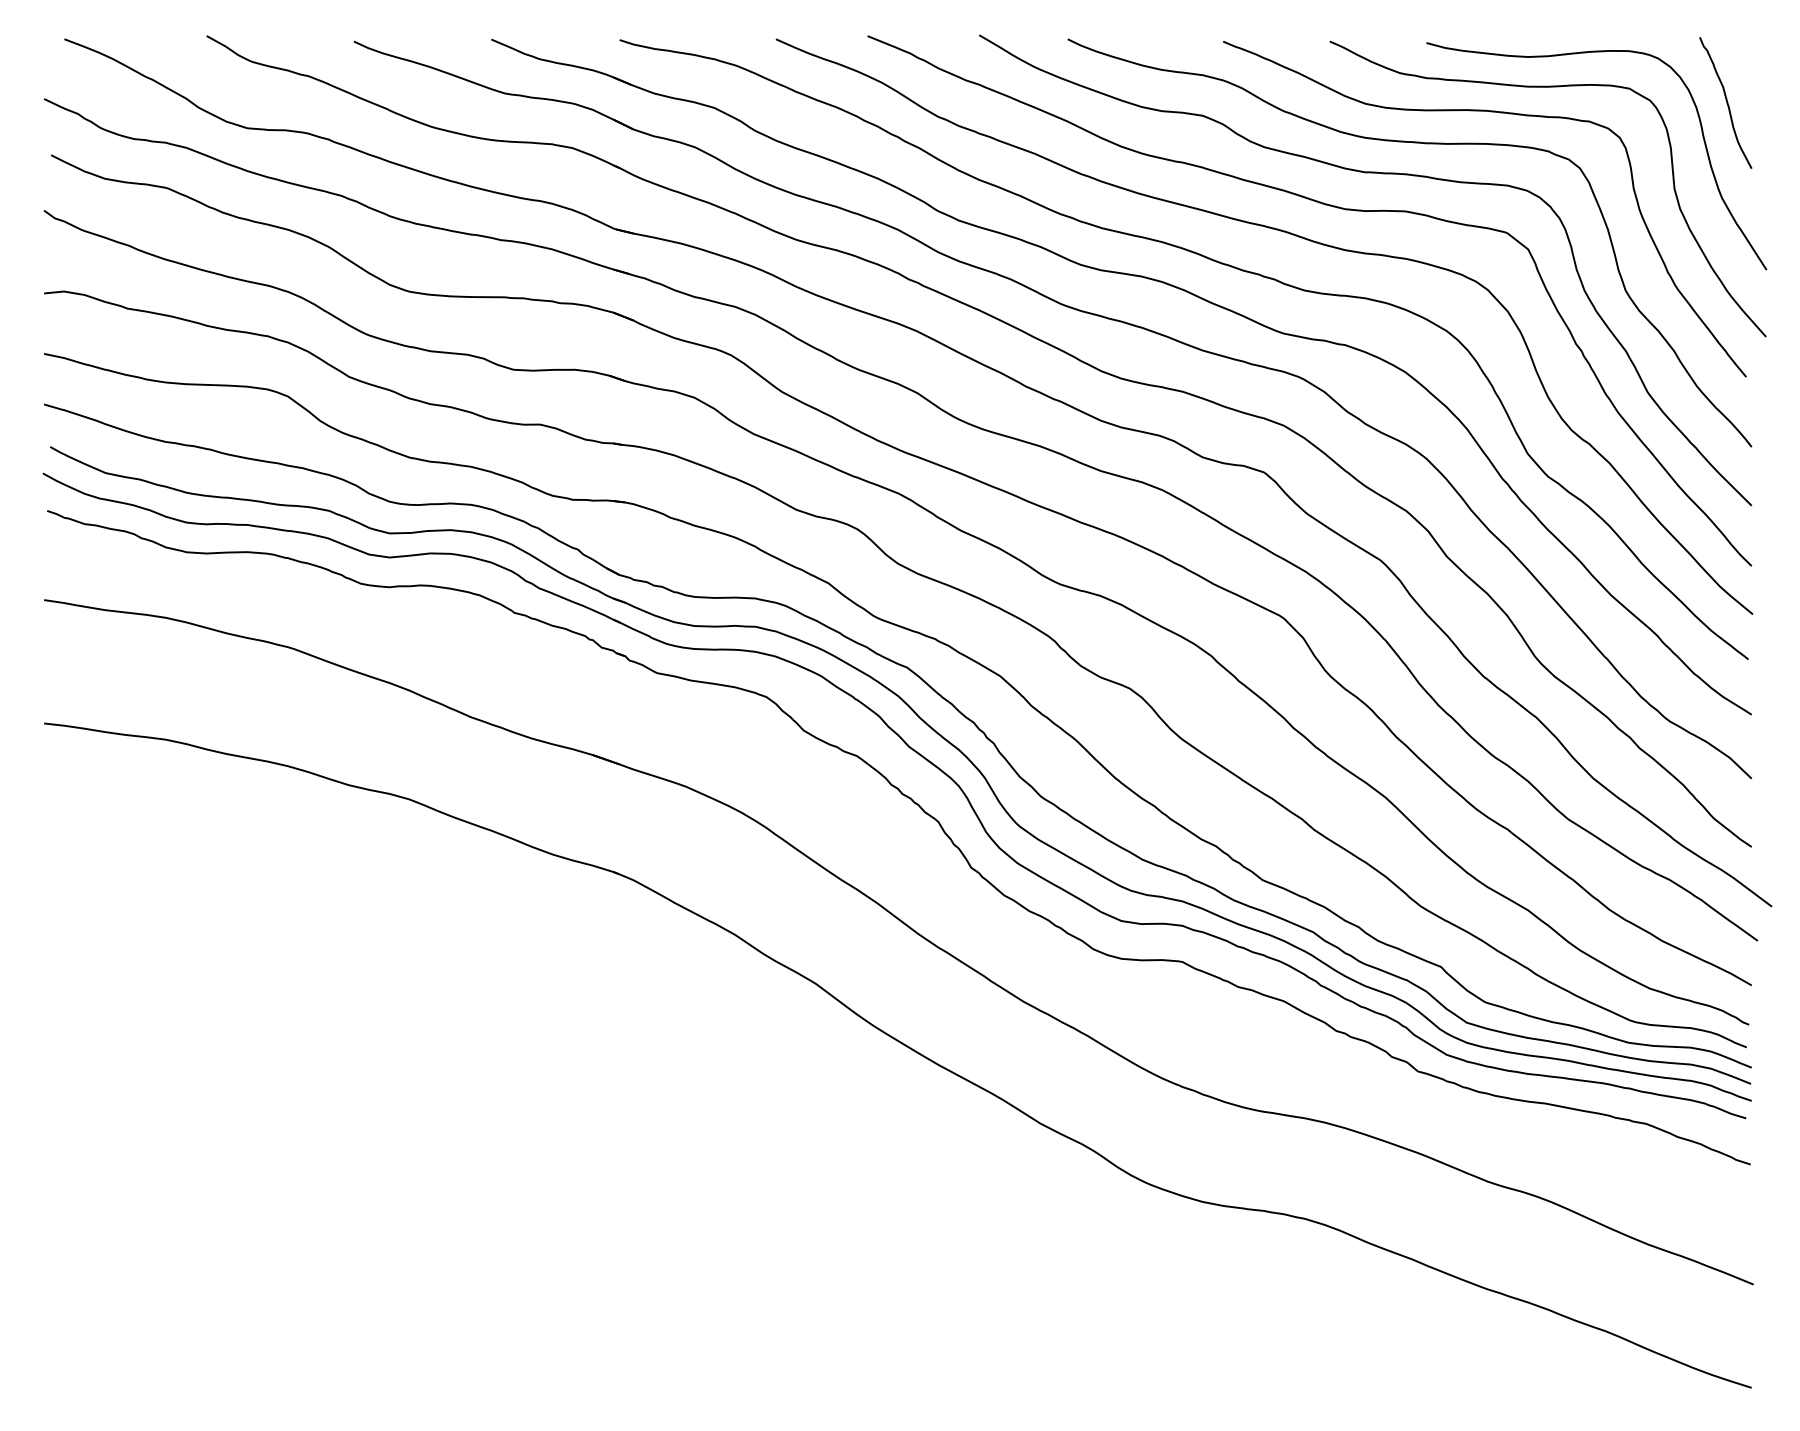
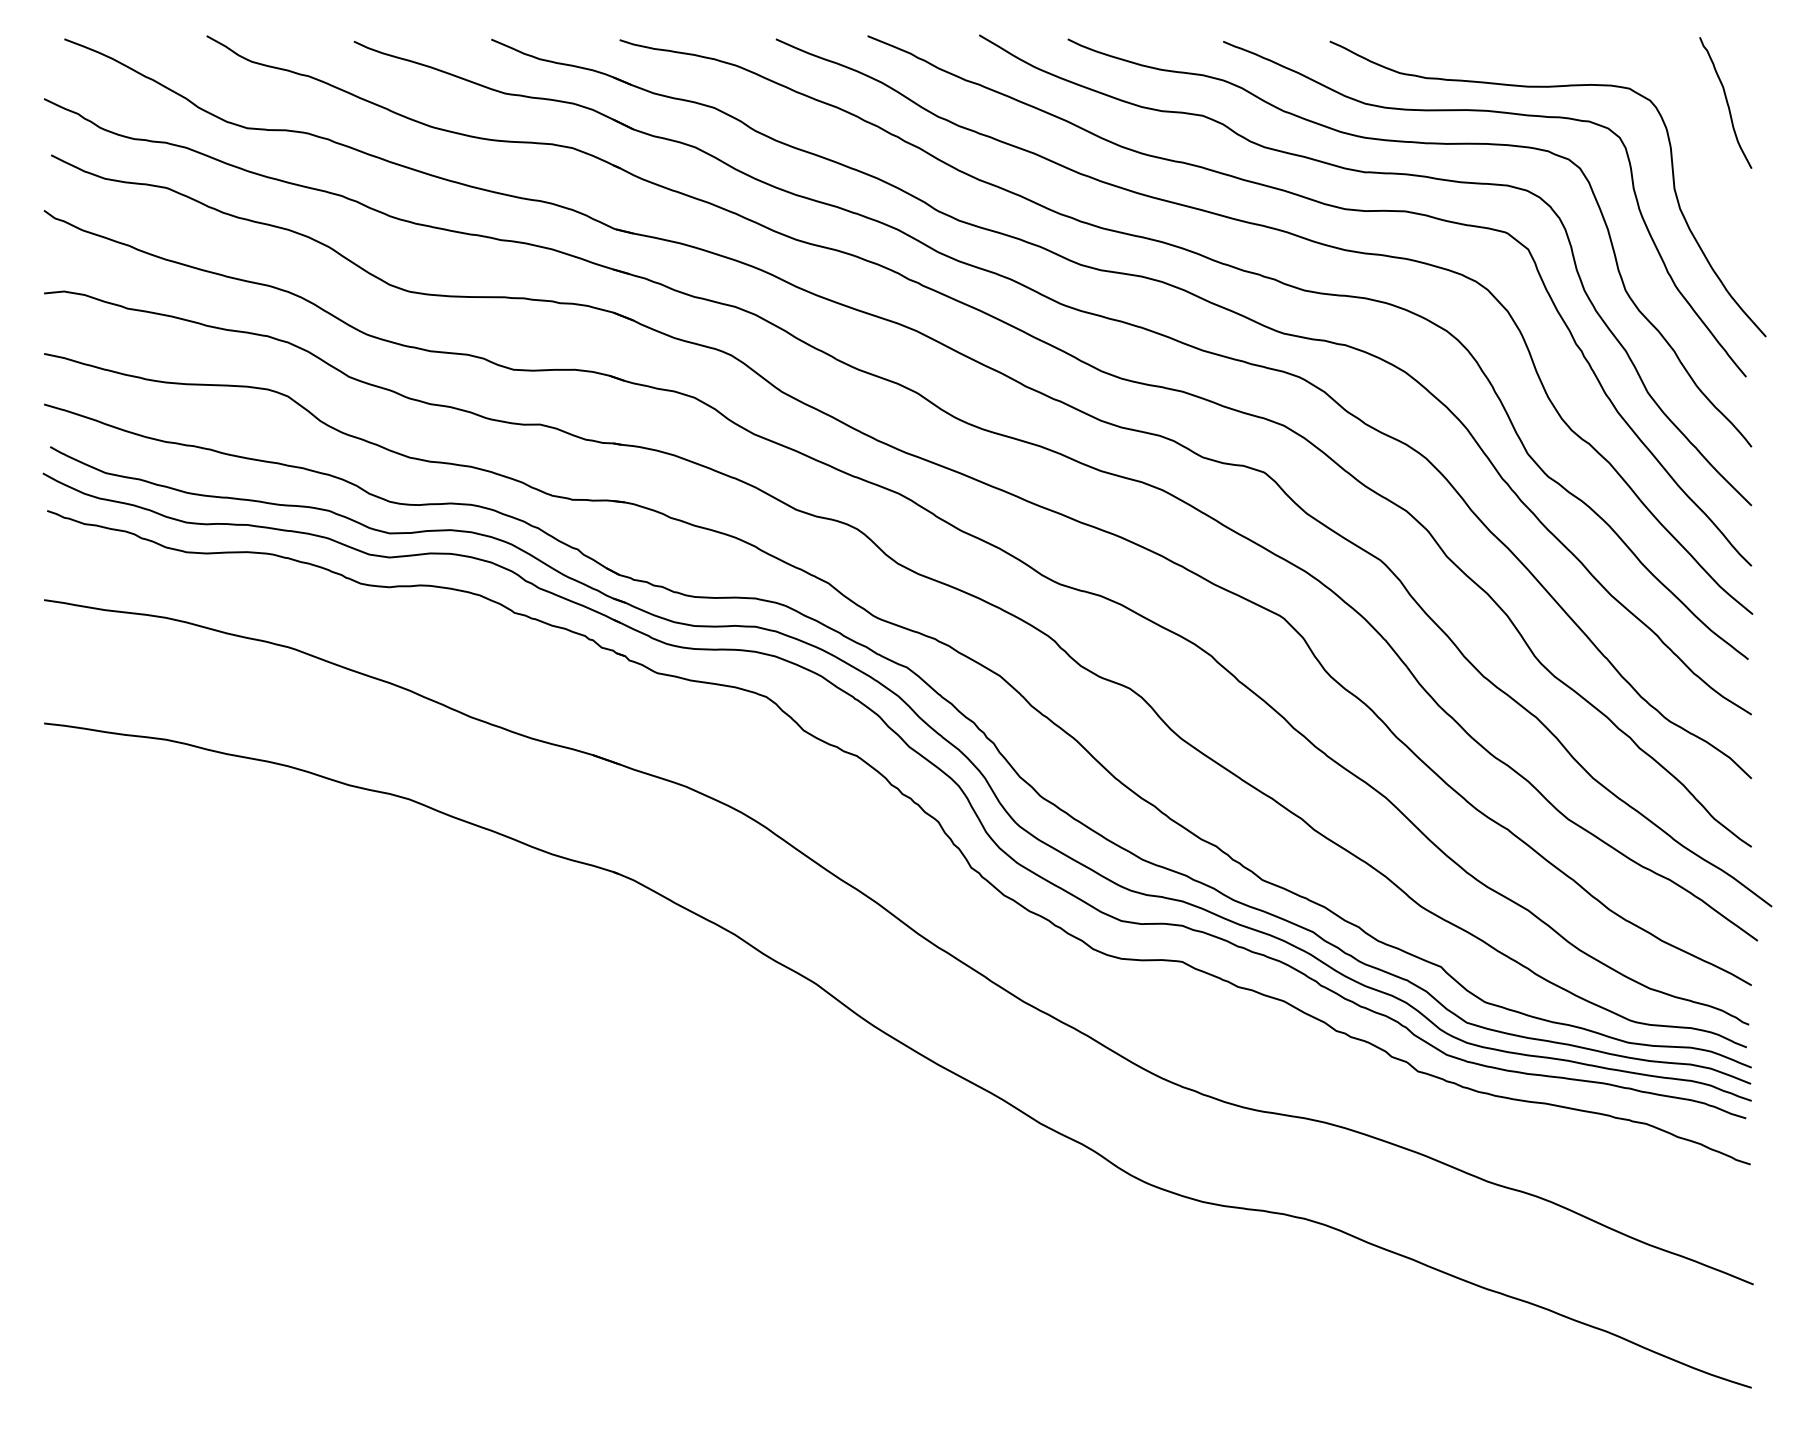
curve at (1586, 53): present -> none
